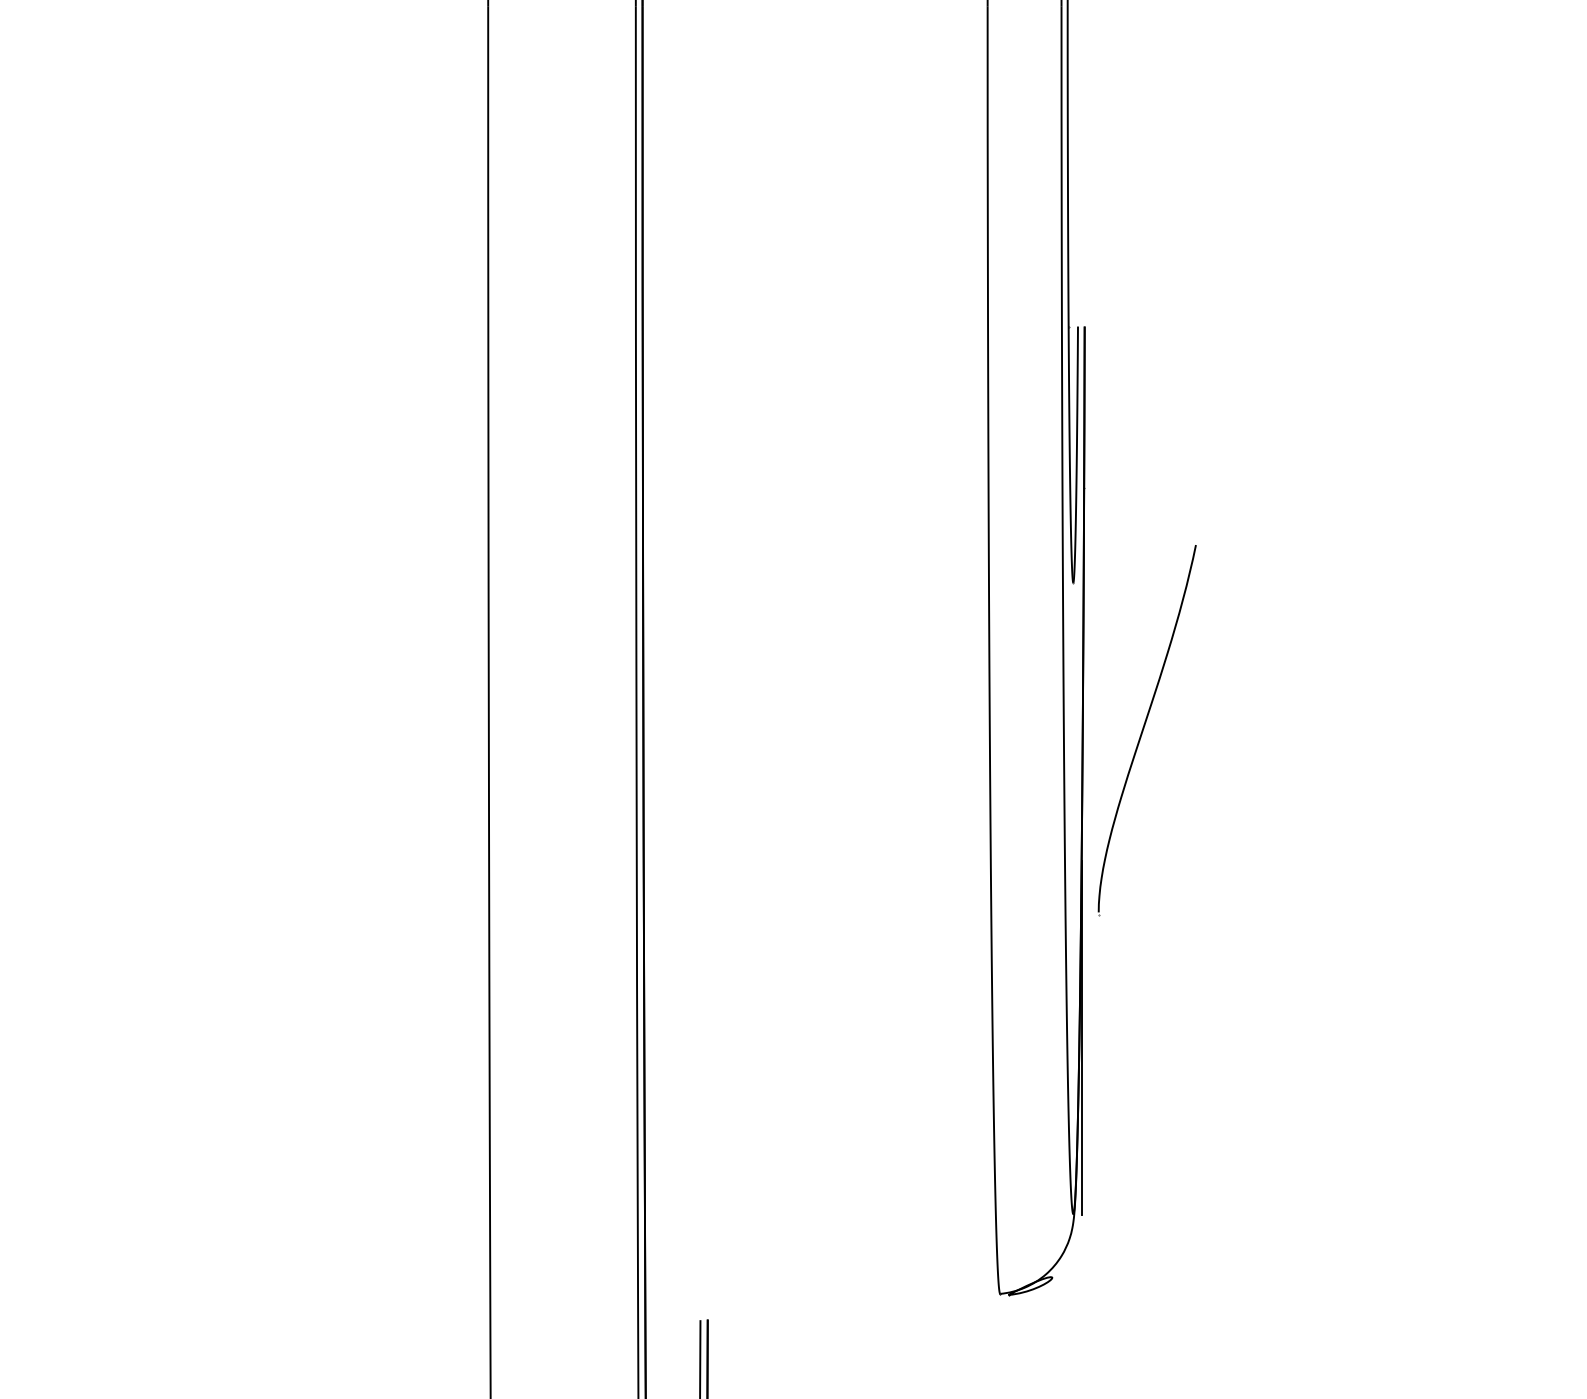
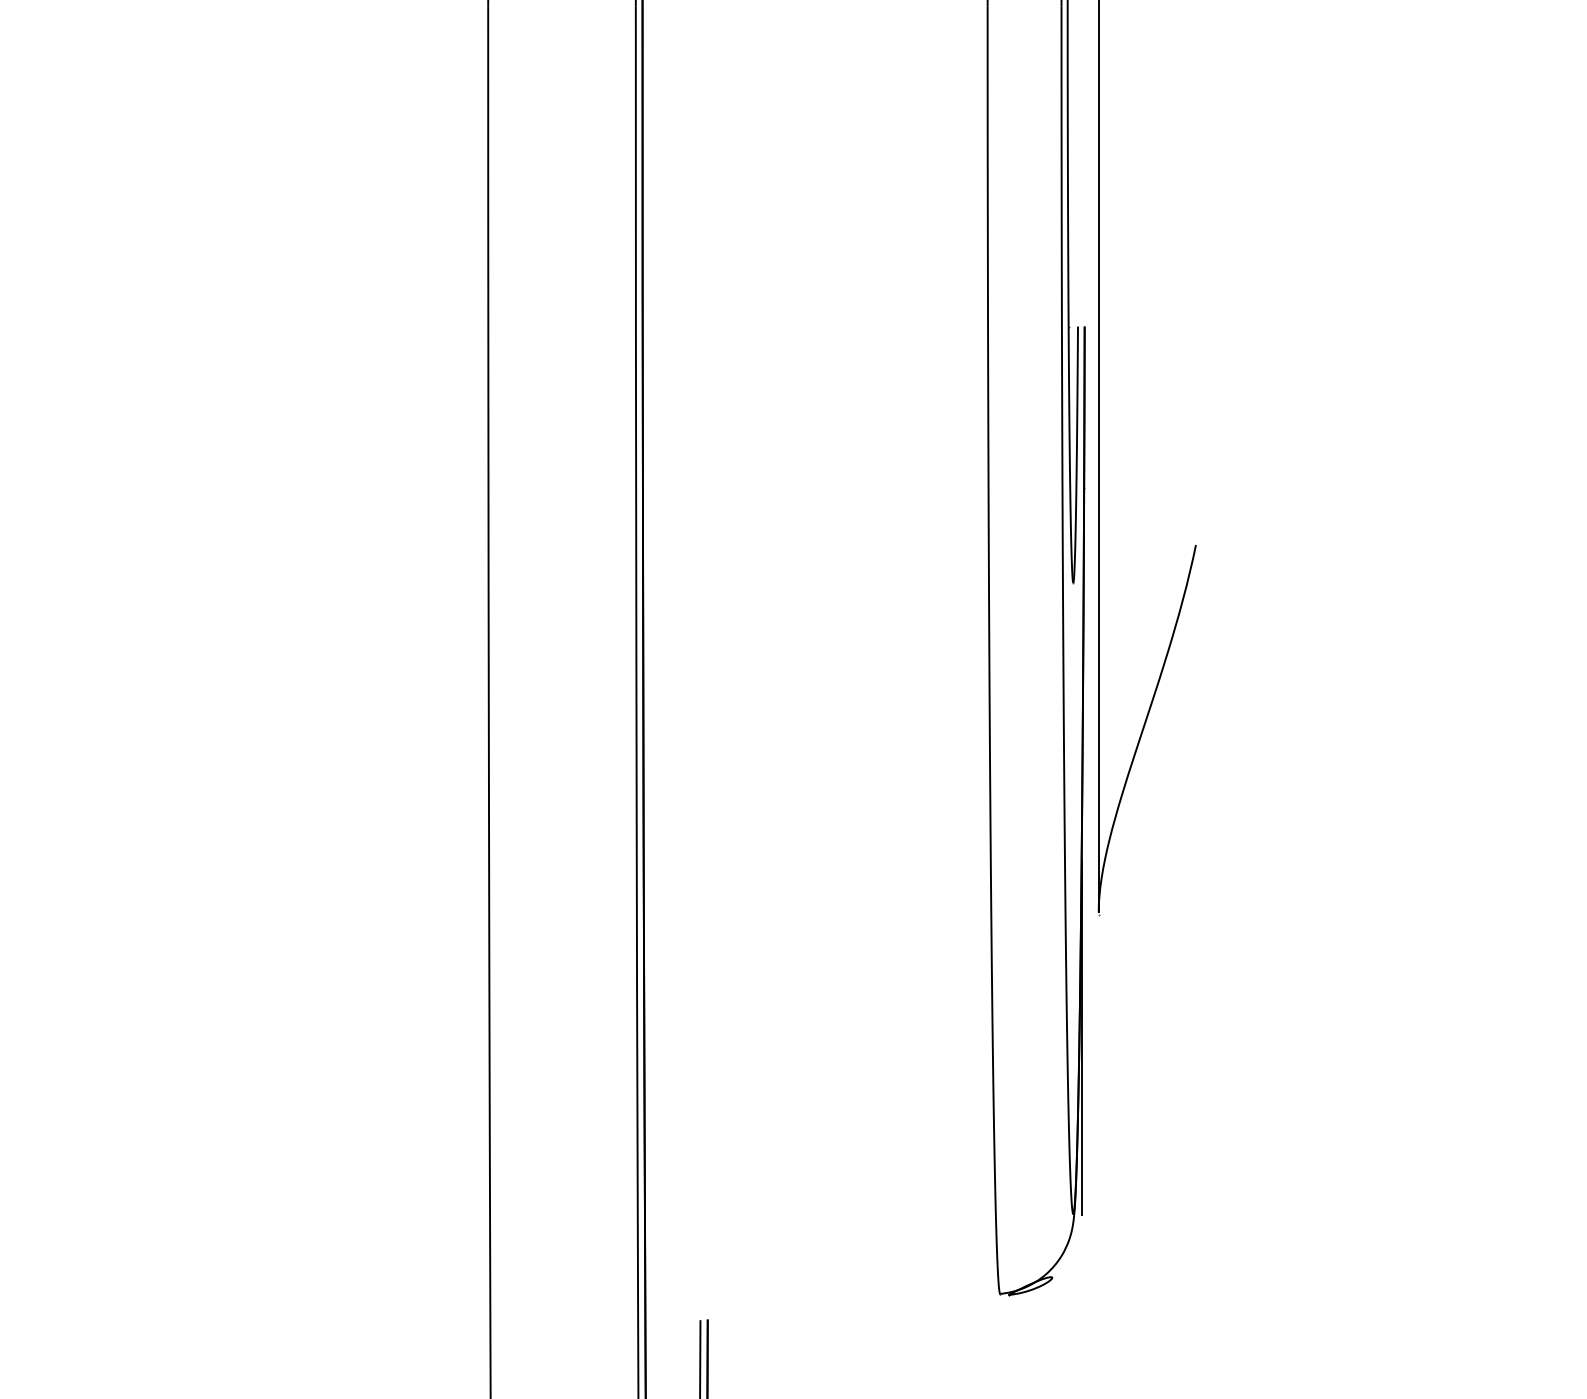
line at (1098, 457): none -> present
